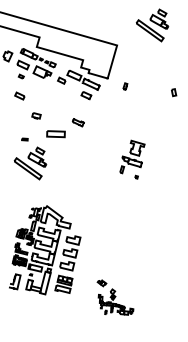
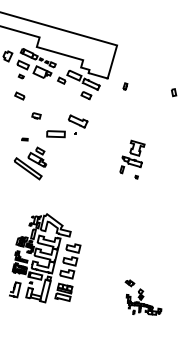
part at (152, 25): present -> none
part at (77, 122) size: 14x10 px -> 21x21 px
part at (45, 250) position: (45, 250) -> (45, 258)
part at (115, 297) position: (115, 297) -> (143, 297)
